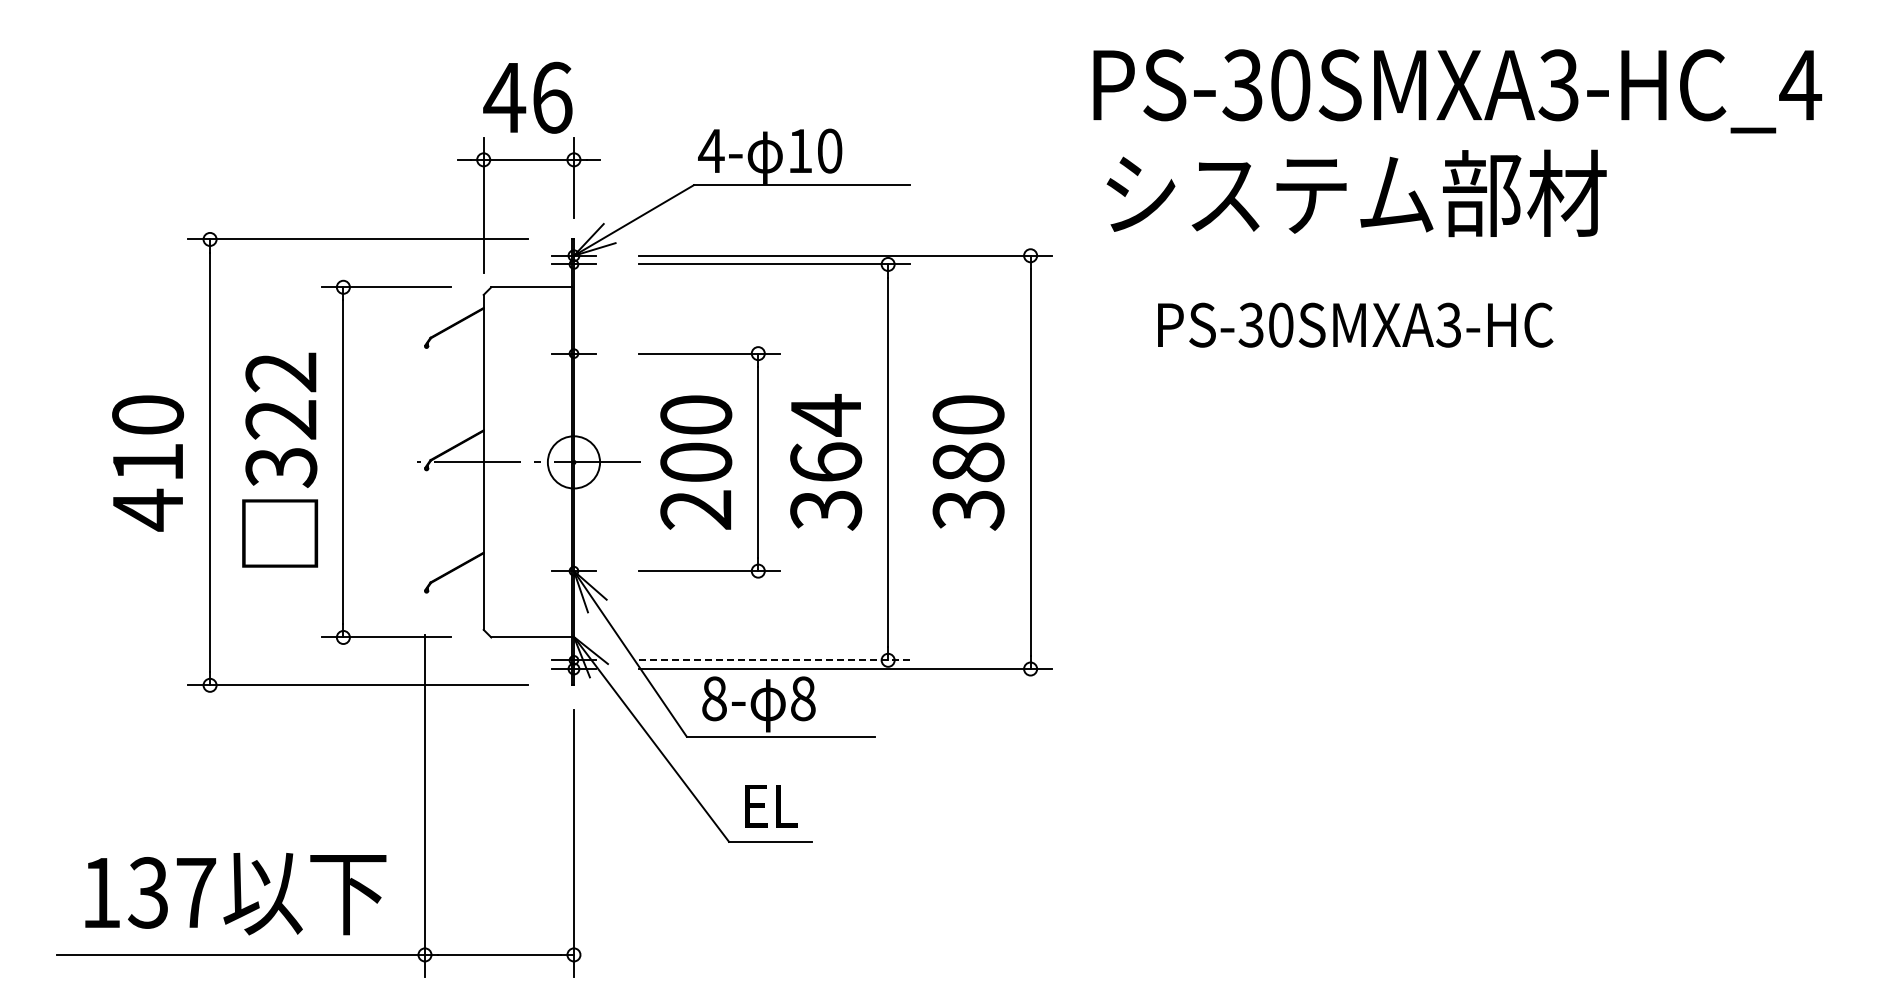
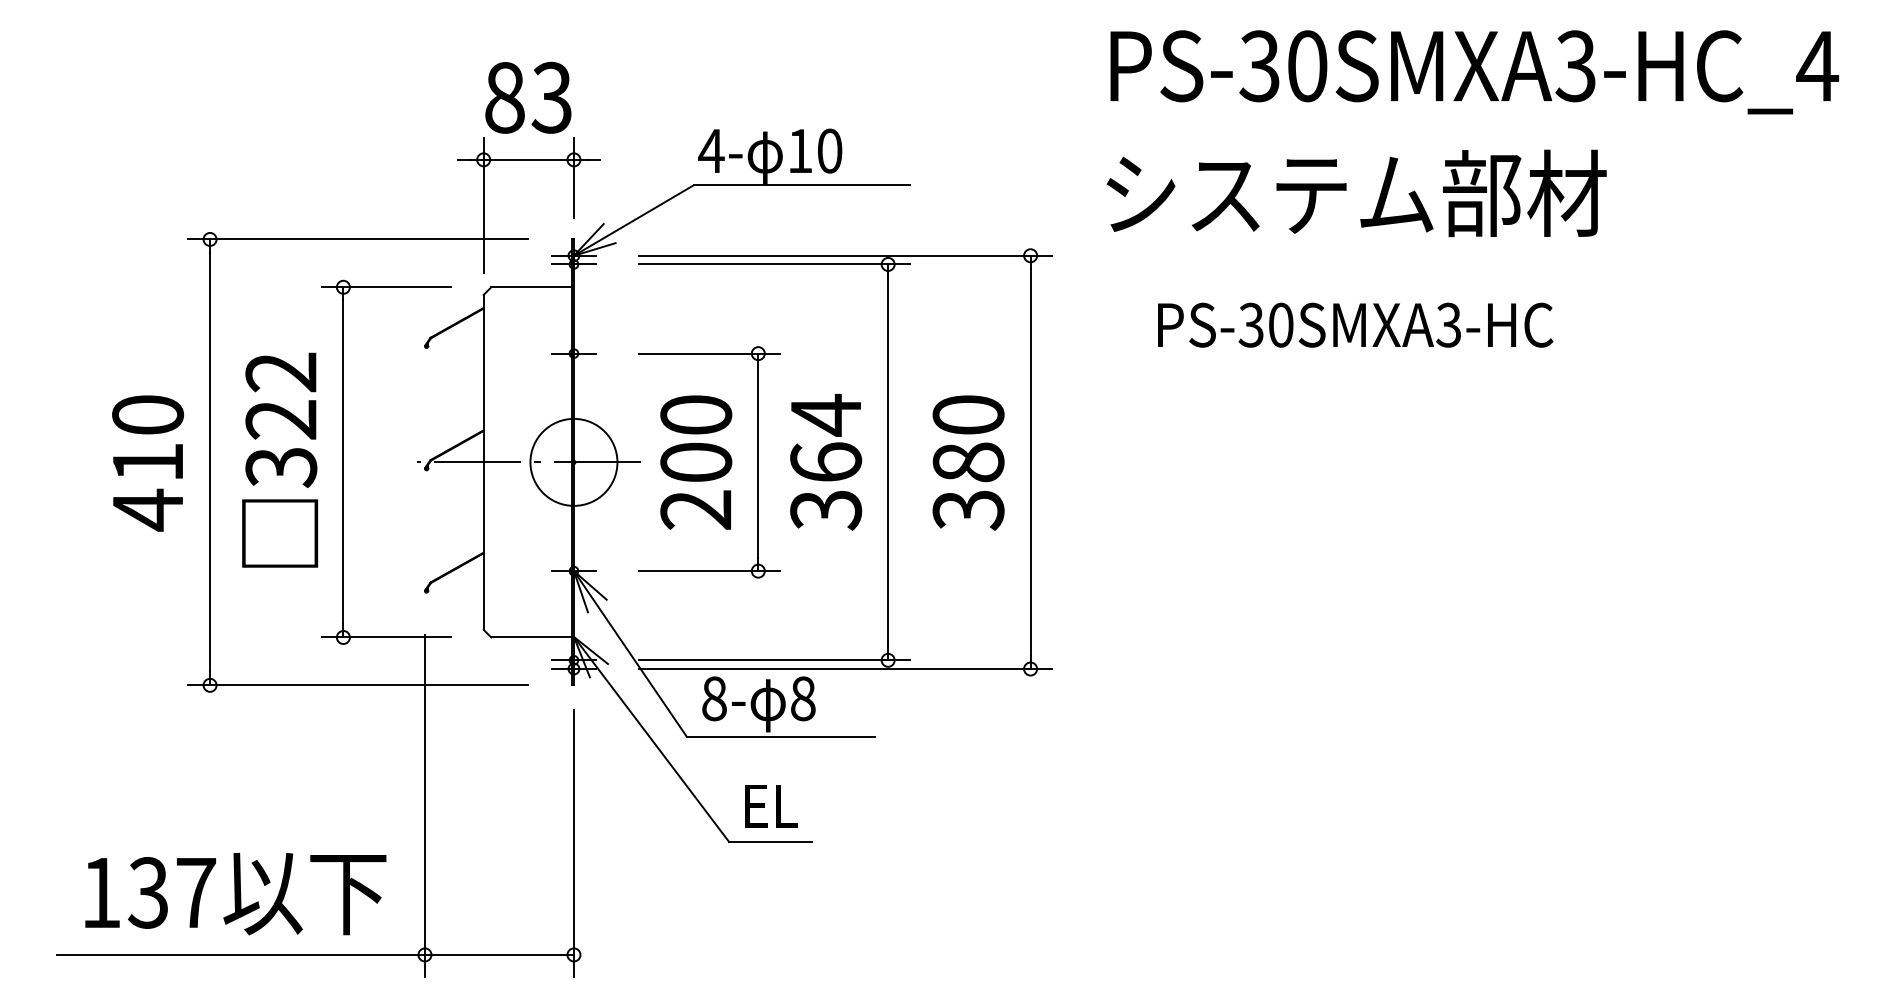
text at (1457, 91) position: (1457, 91) -> (1474, 72)
text at (527, 97): 46 -> 83
circle at (573, 462) diameter: 52 px -> 87 px
line at (775, 660): dashed -> solid
